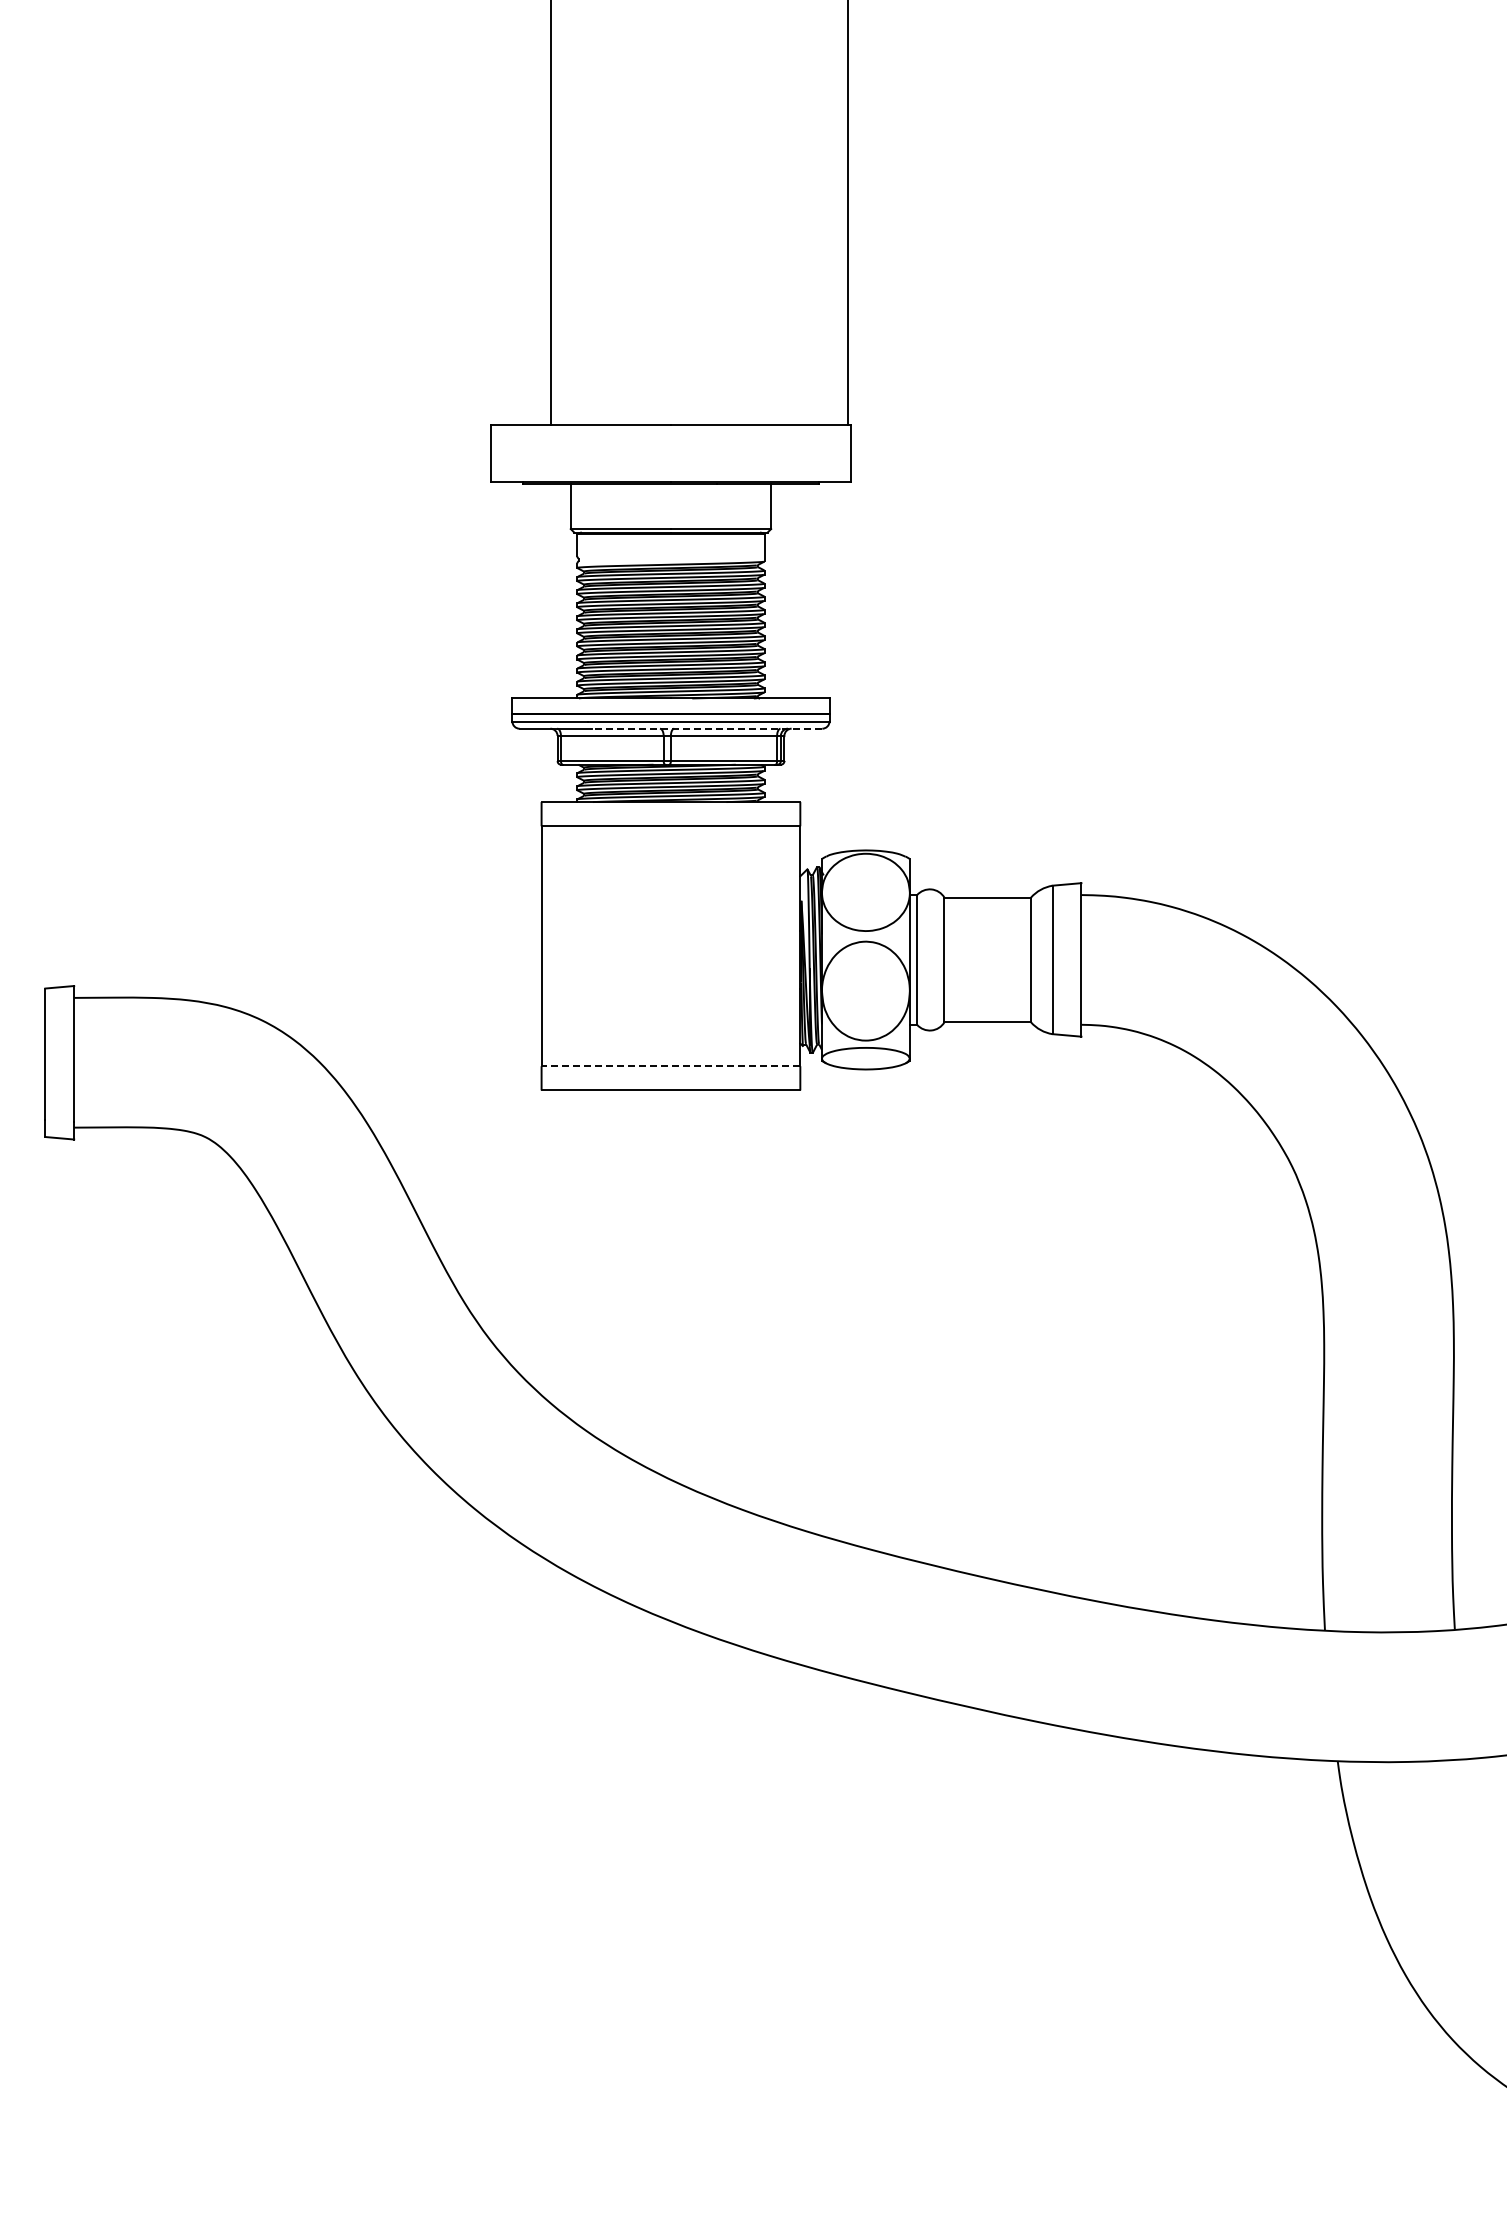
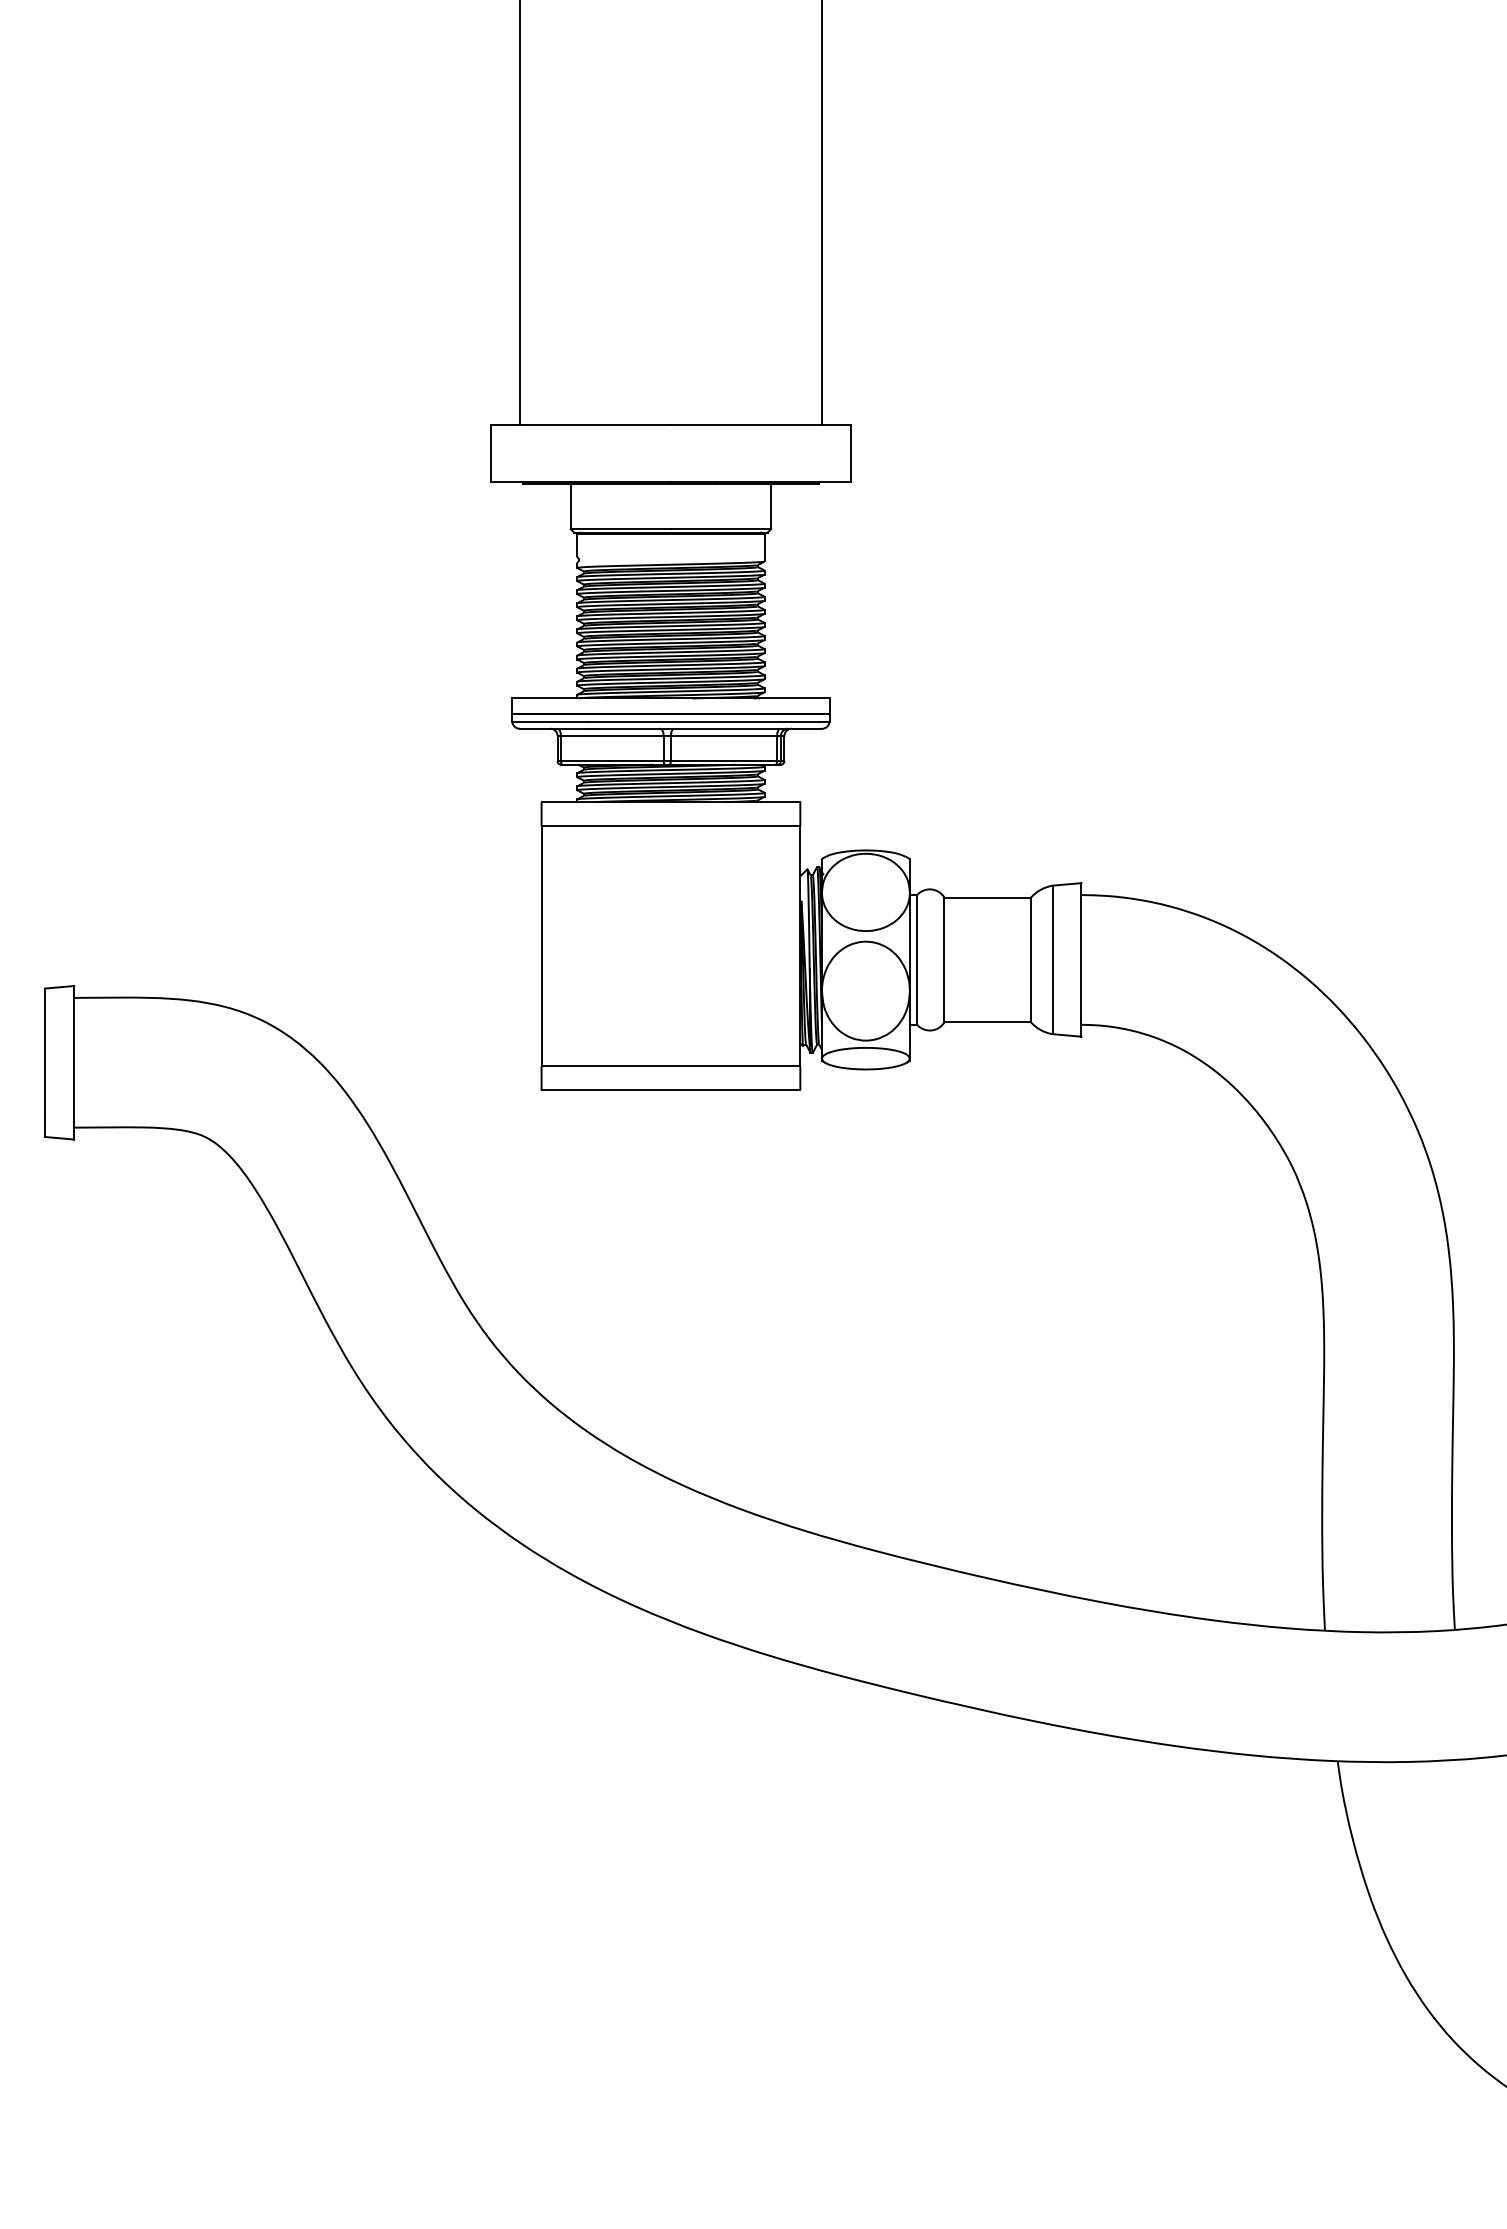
line at (550, 213) position: (550, 213) -> (519, 213)
line at (847, 213) position: (847, 213) -> (821, 213)
line at (706, 728): dashed -> solid
line at (670, 1066): dashed -> solid
